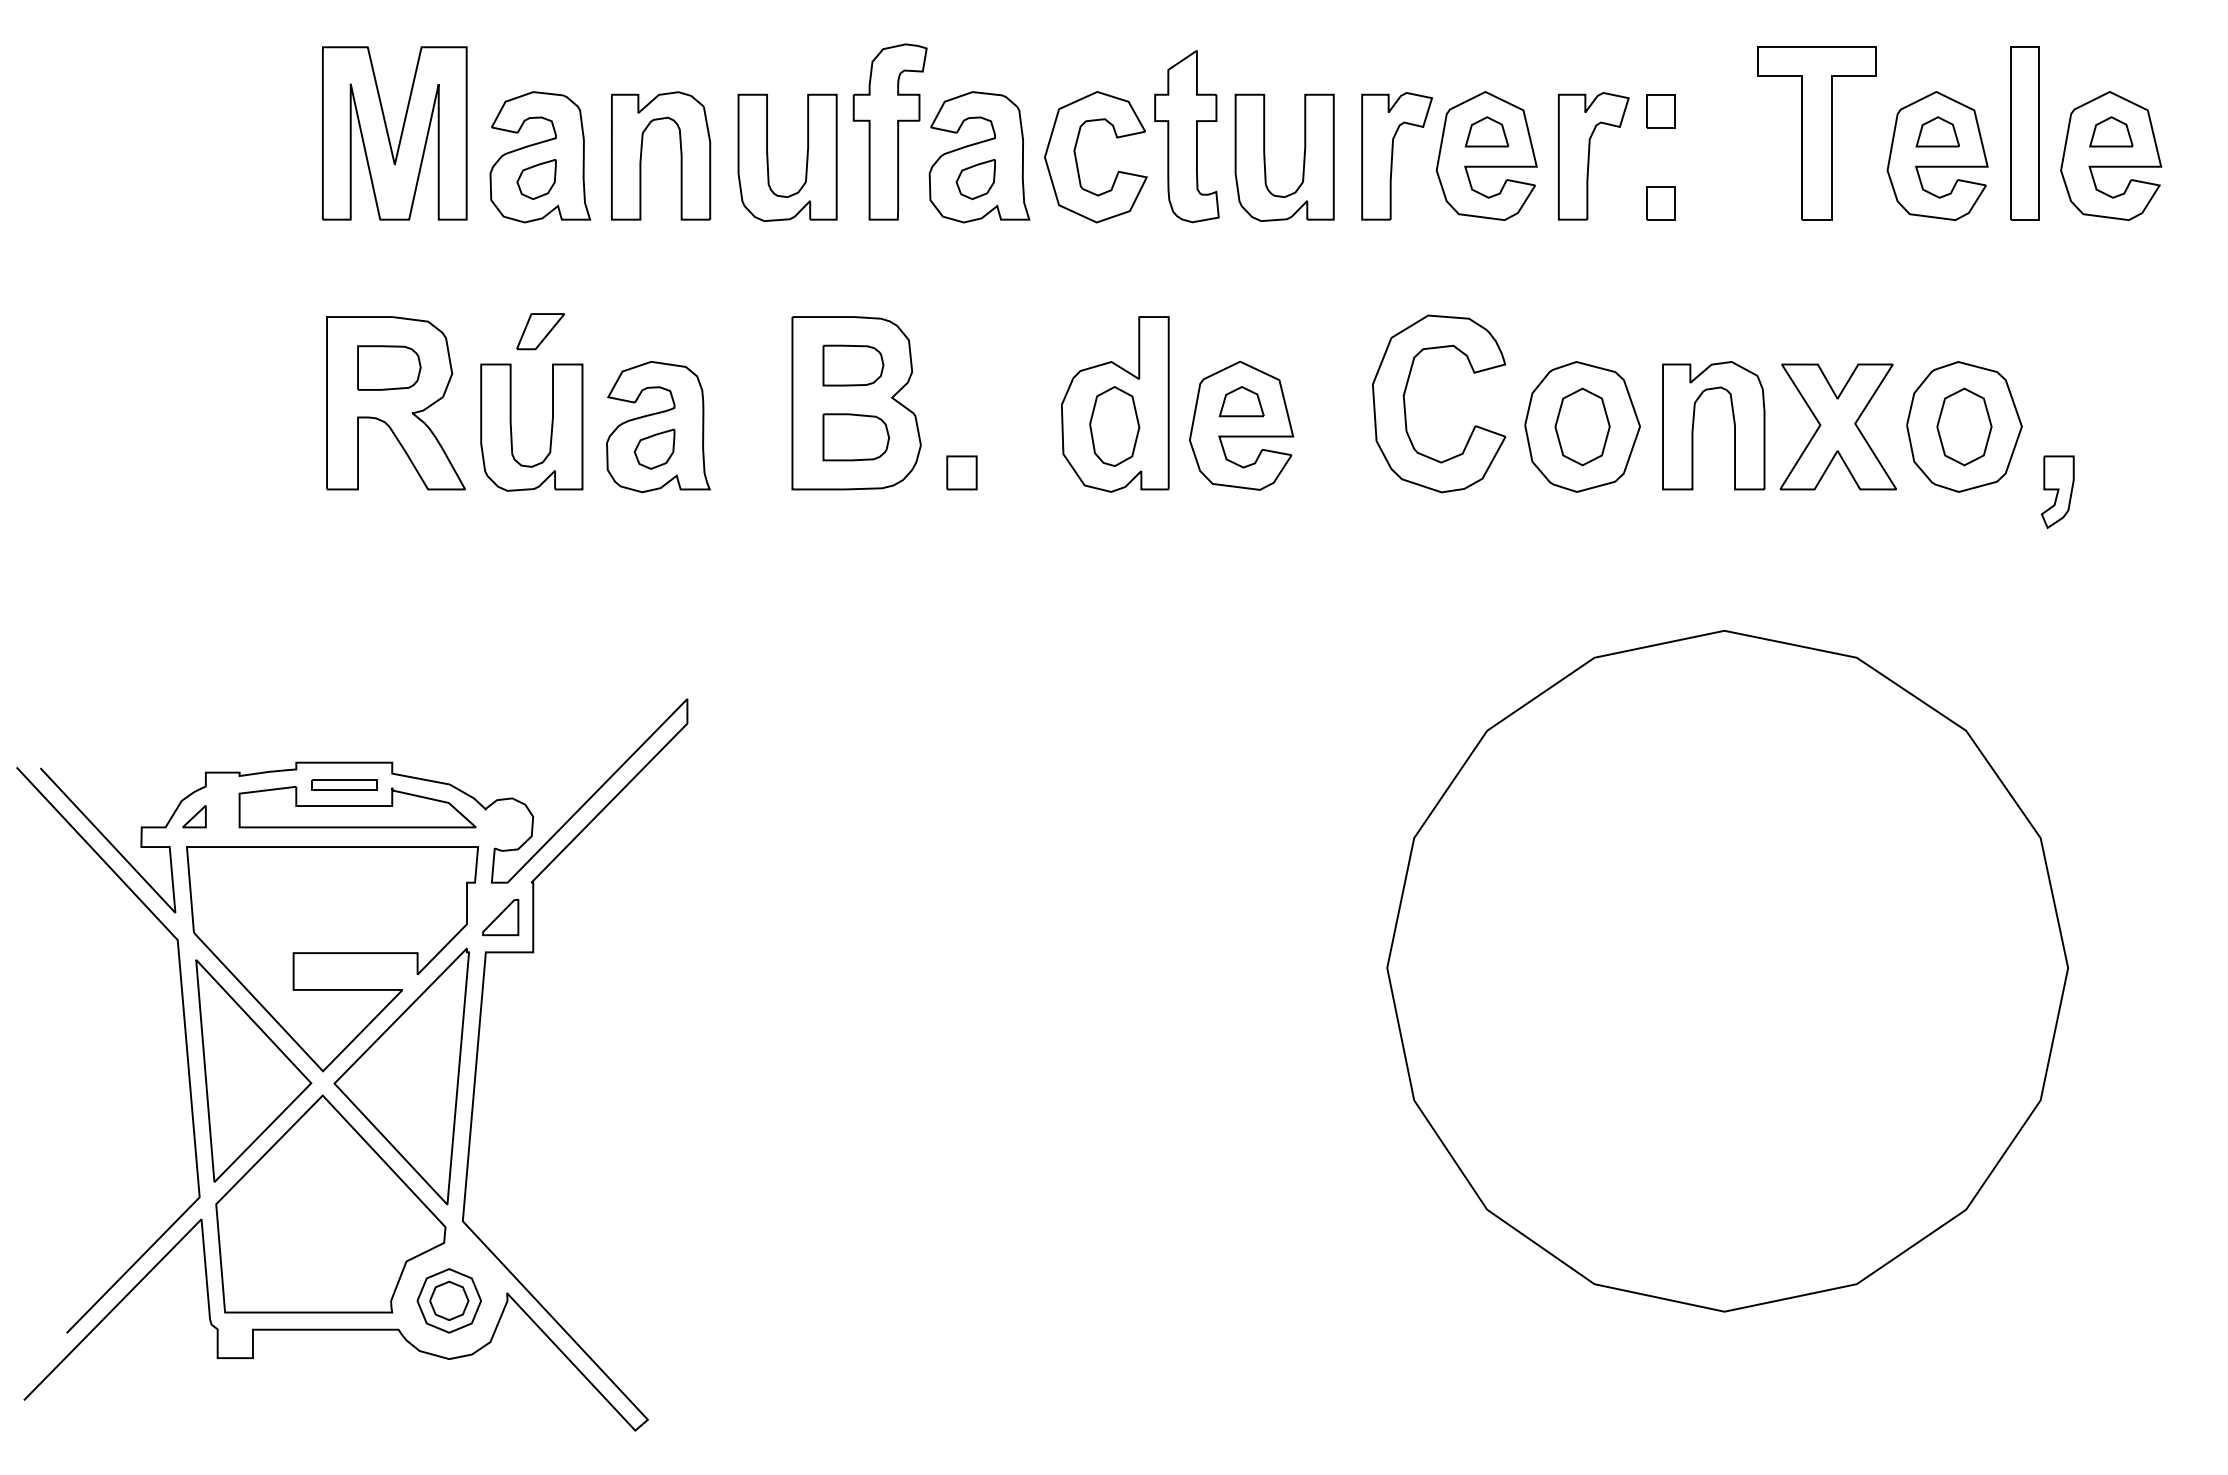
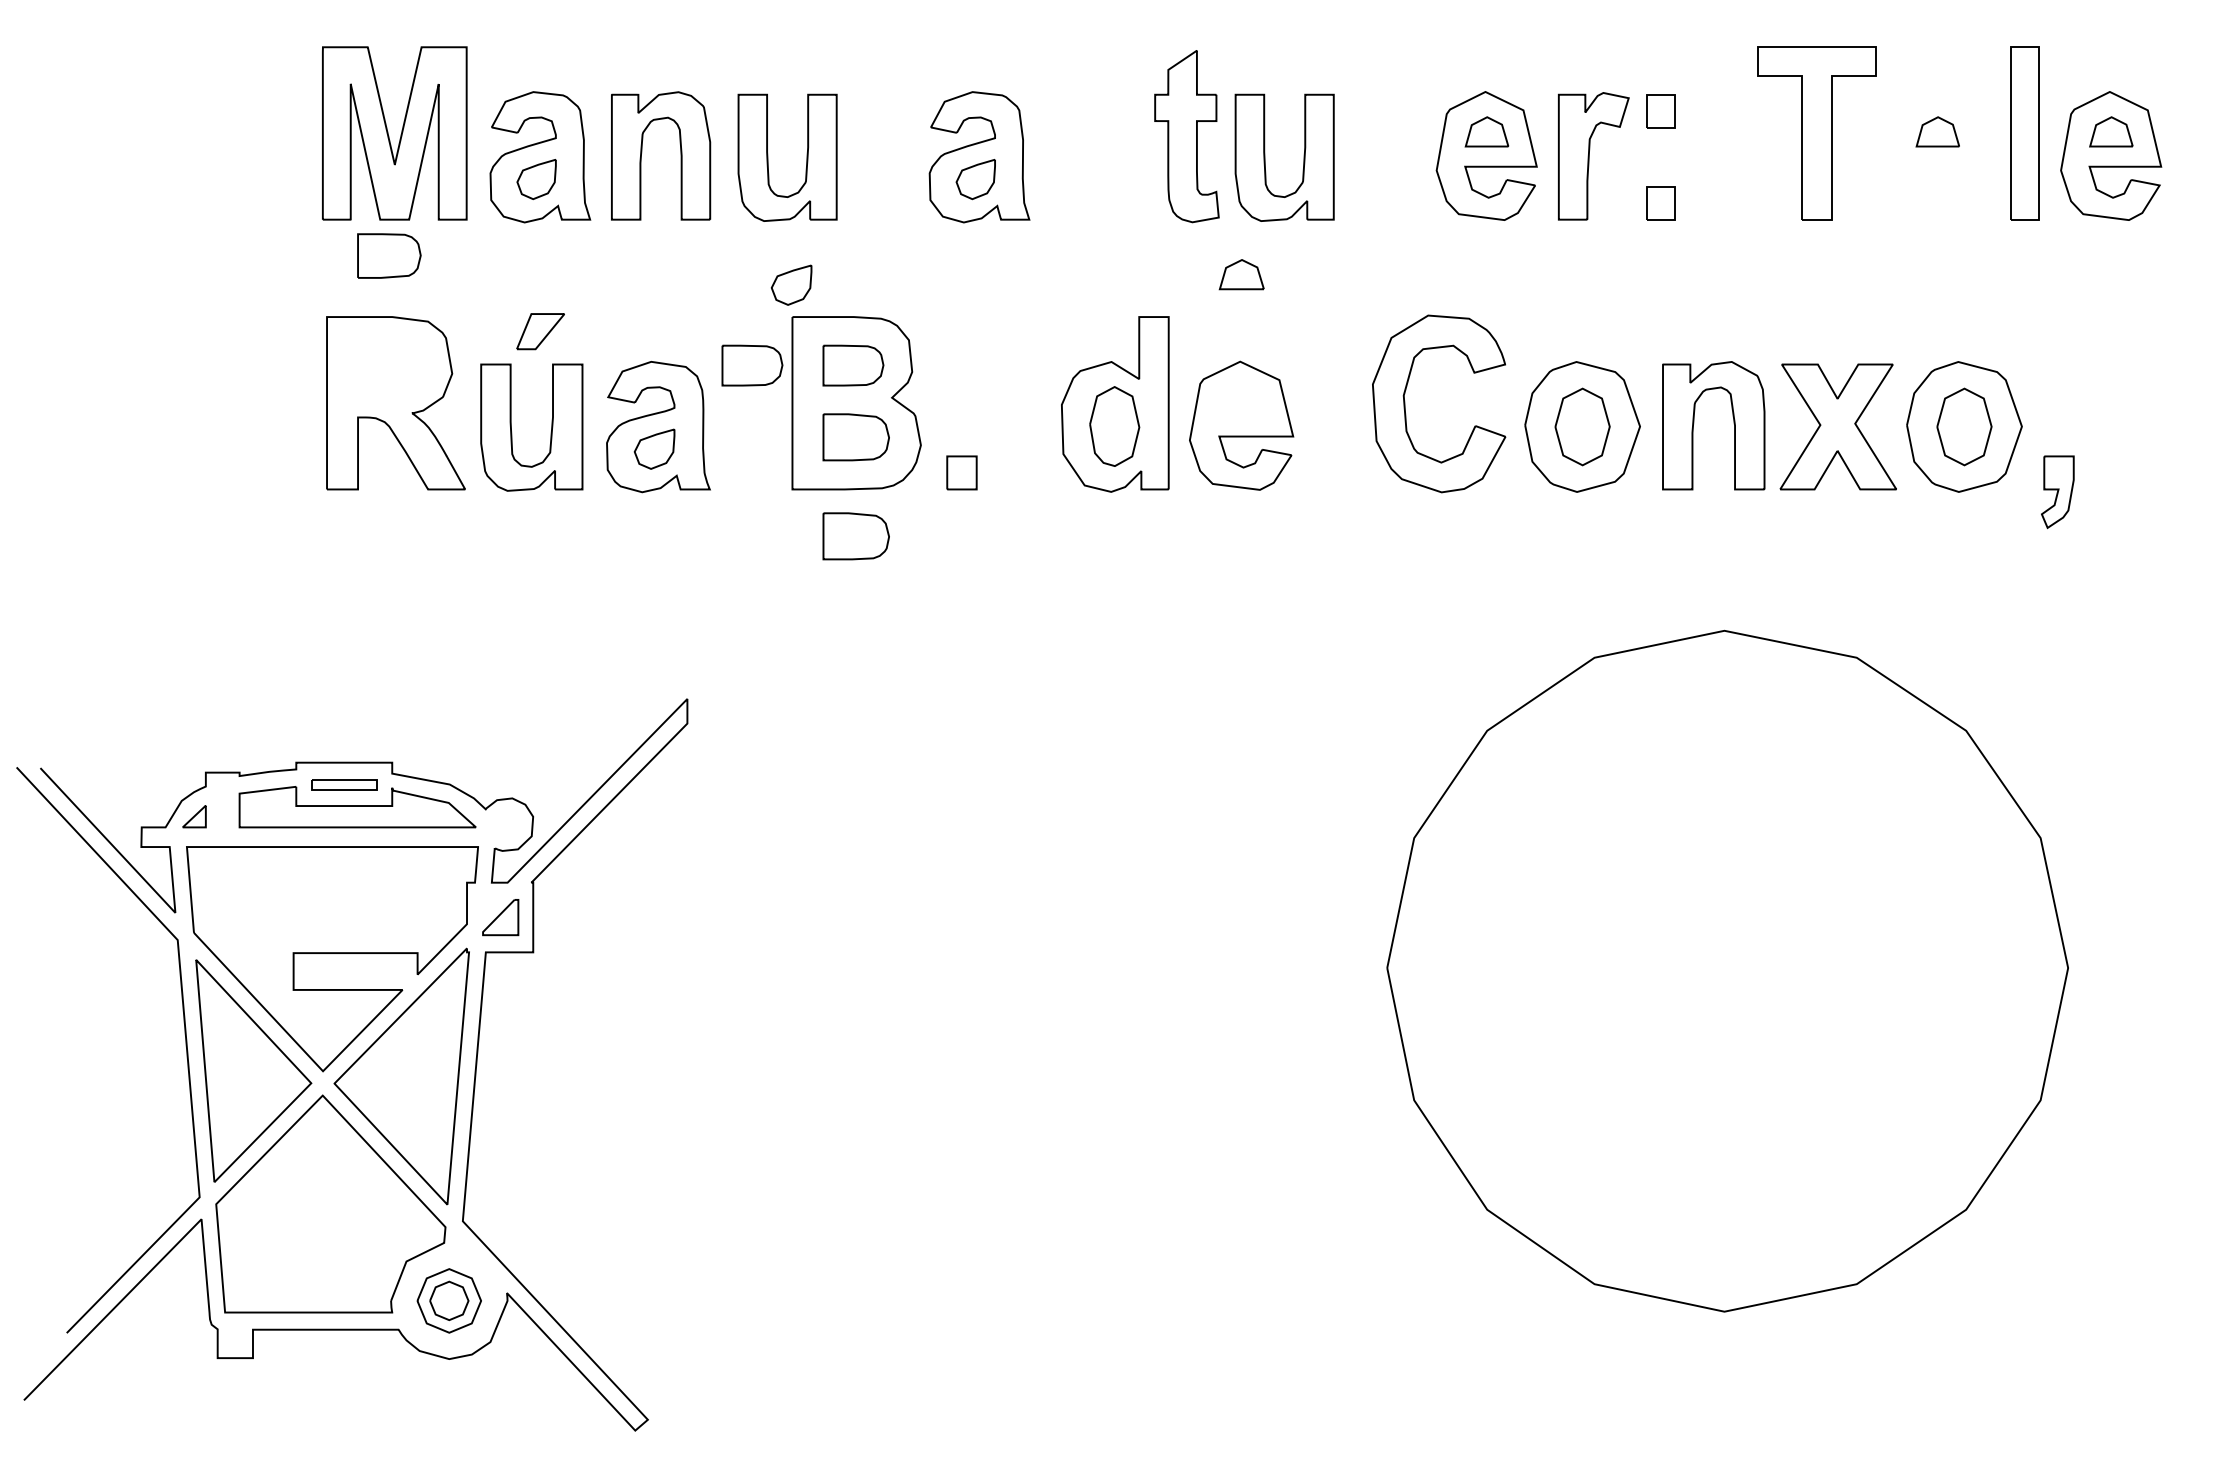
part at (889, 131): present -> none
part at (1937, 155): present -> none
part at (1396, 156): present -> none
part at (1077, 160): present -> none
part at (791, 284): none -> present
part at (752, 365): none -> present
part at (389, 367) position: (389, 367) -> (389, 255)
part at (1241, 401) position: (1241, 401) -> (1241, 274)
part at (855, 536): none -> present
